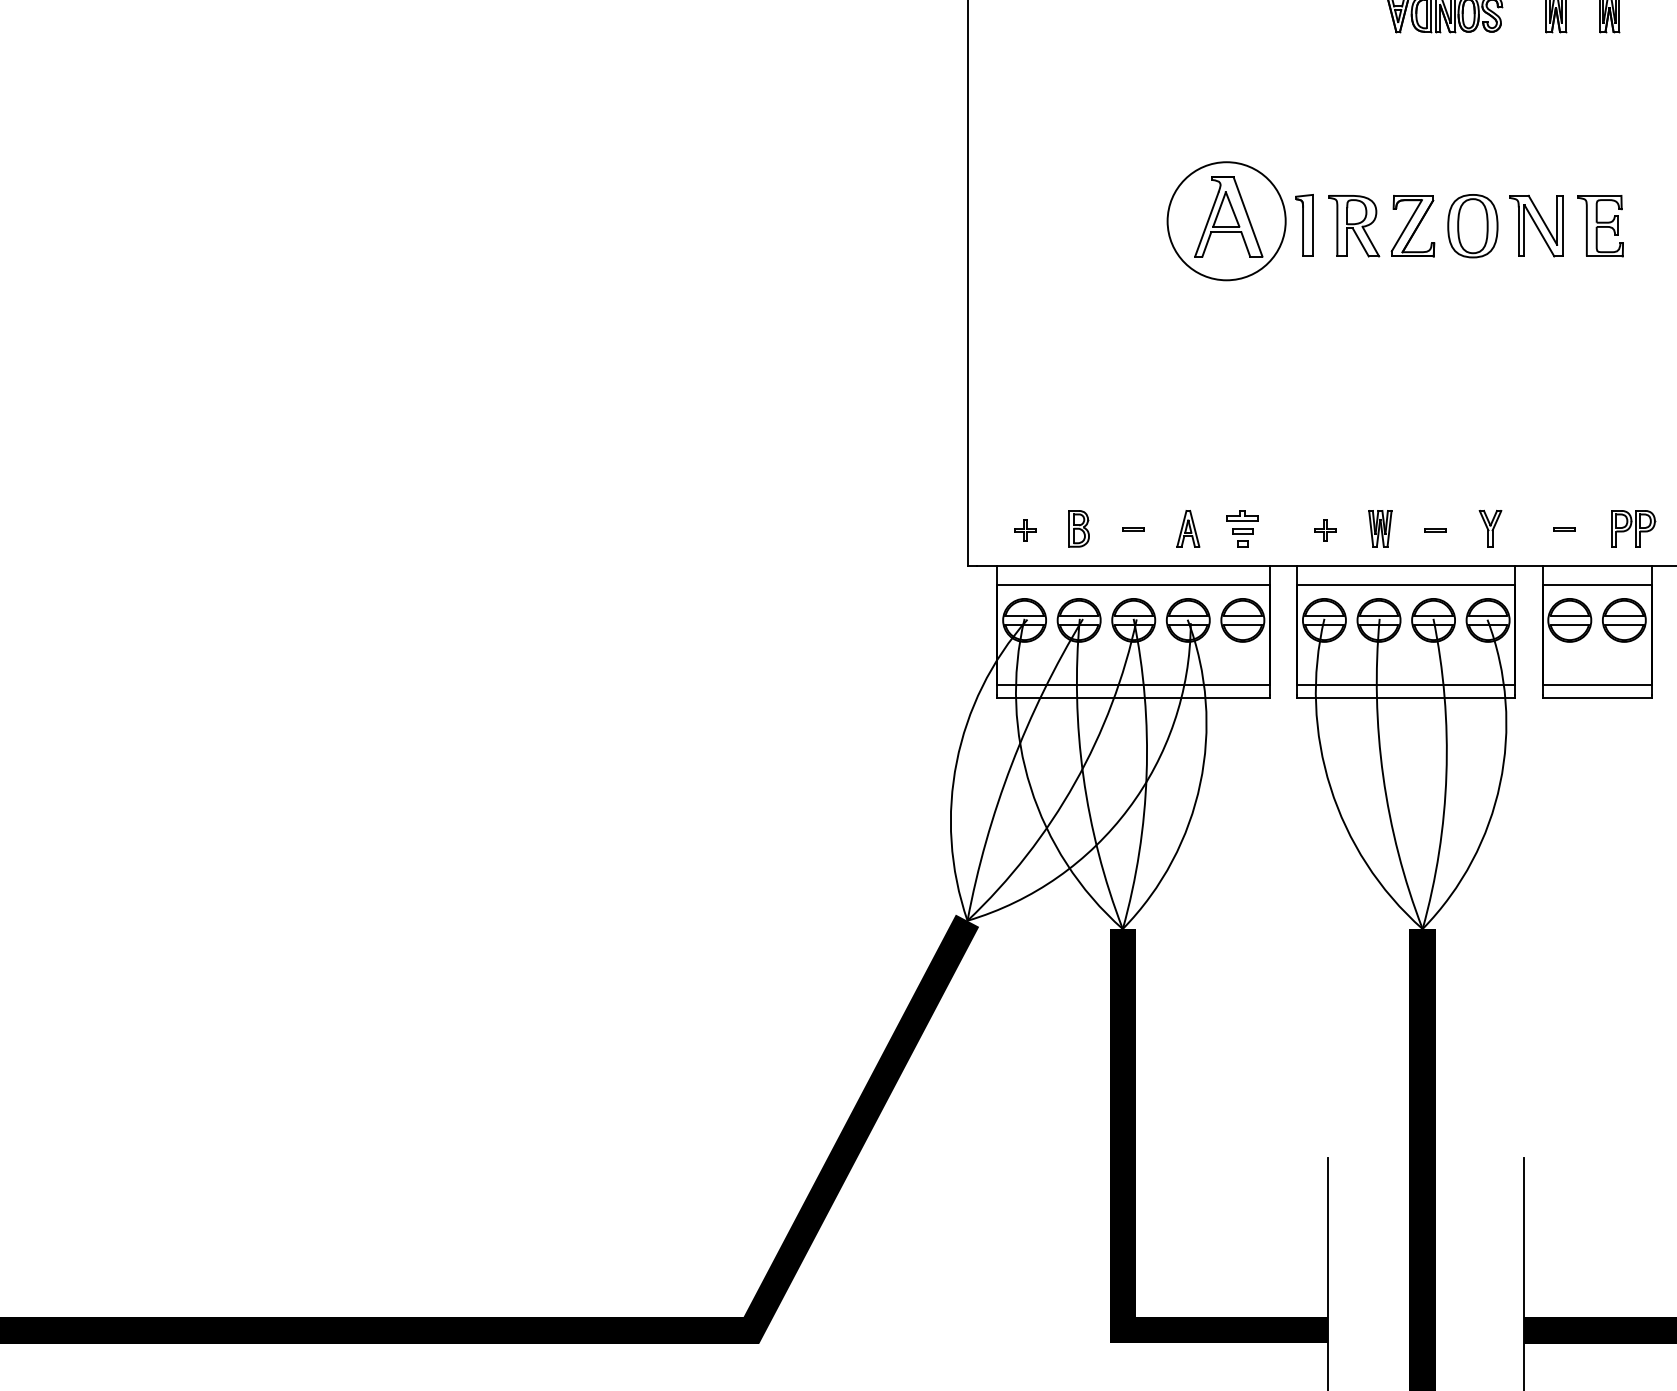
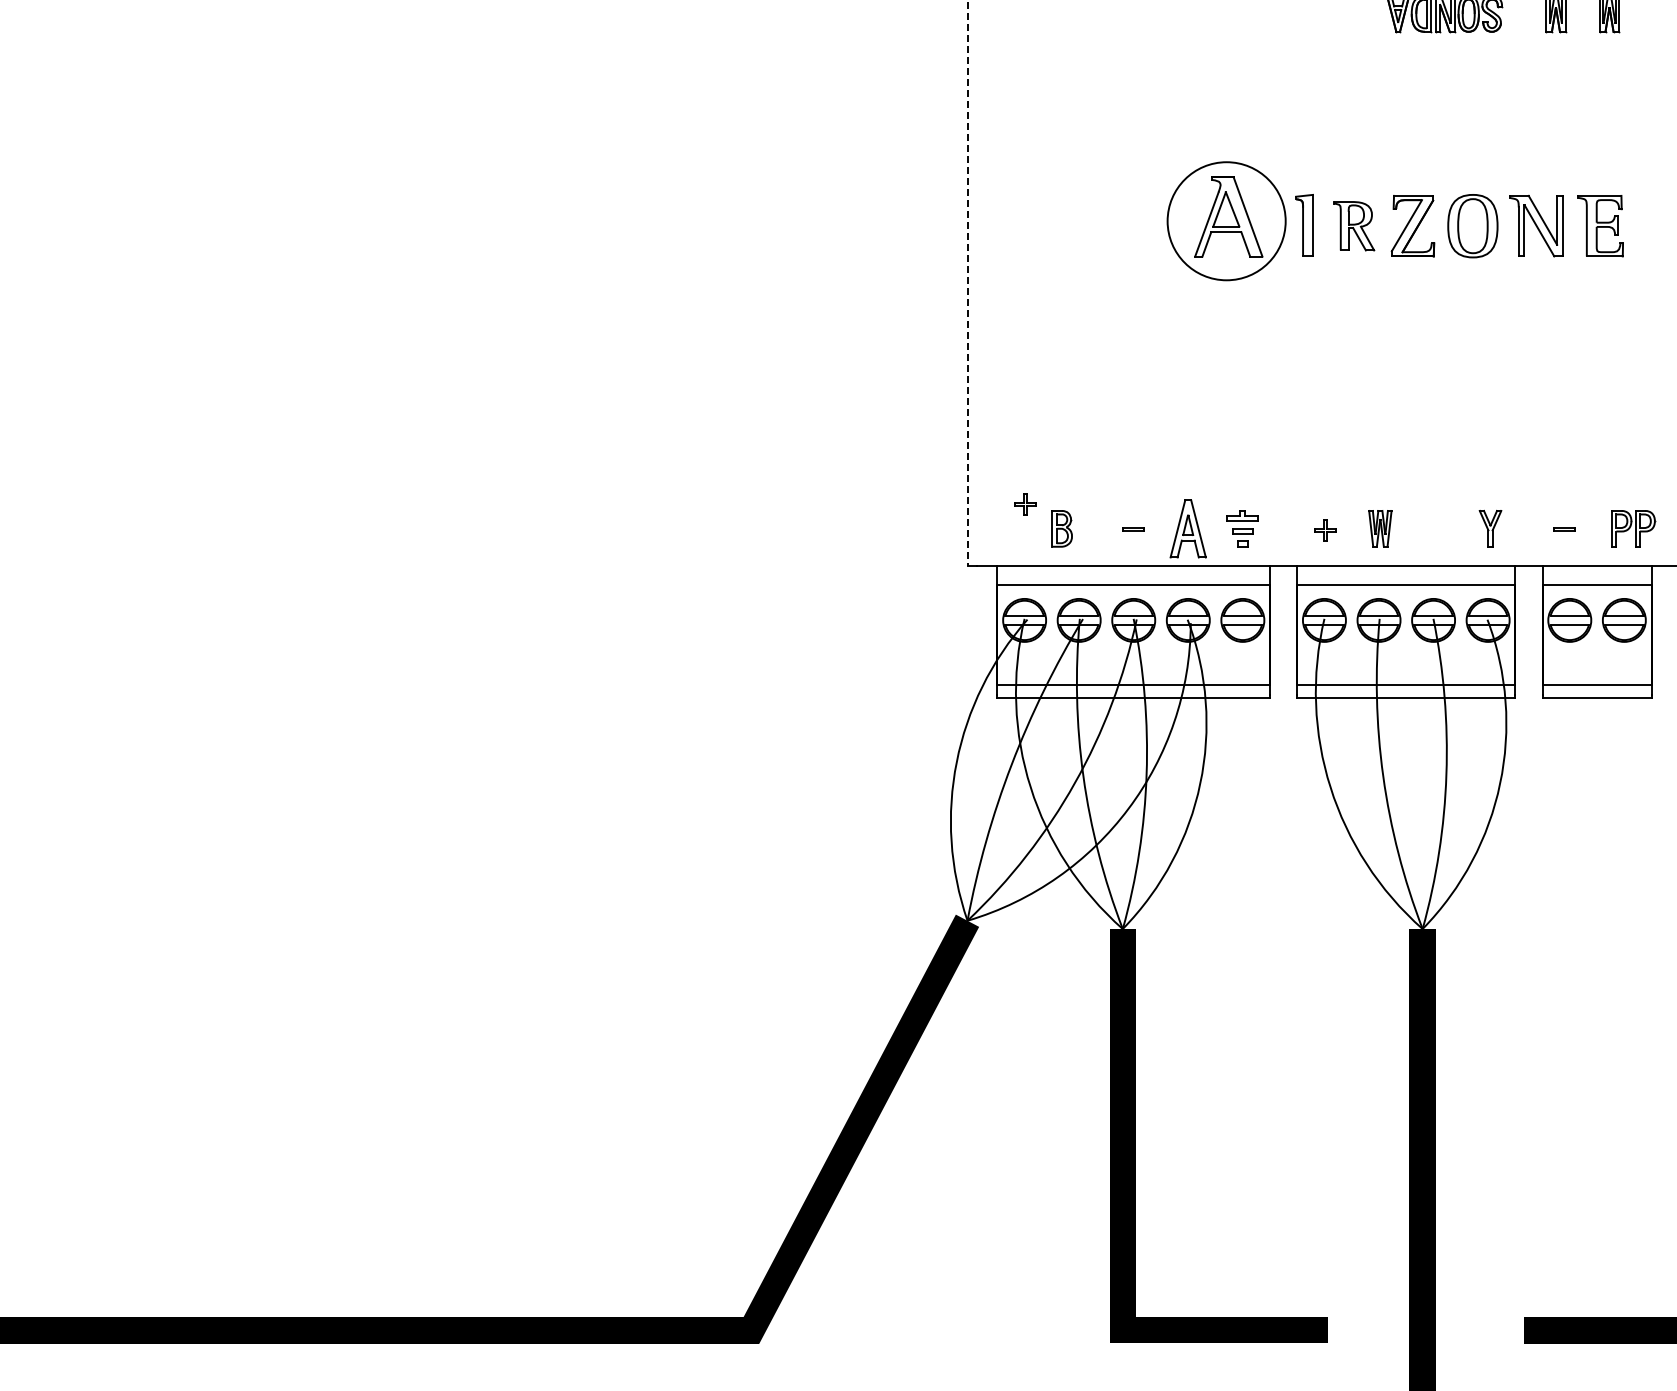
part at (1354, 226) size: 53x63 px -> 43x51 px
line at (968, 283): solid -> dashed
part at (1078, 528) position: (1078, 528) -> (1061, 528)
part at (1188, 528) size: 25x38 px -> 38x60 px
line at (1435, 529): present -> none
part at (1025, 530) position: (1025, 530) -> (1025, 504)
line at (1327, 1272): present -> none
line at (1523, 1272): present -> none
